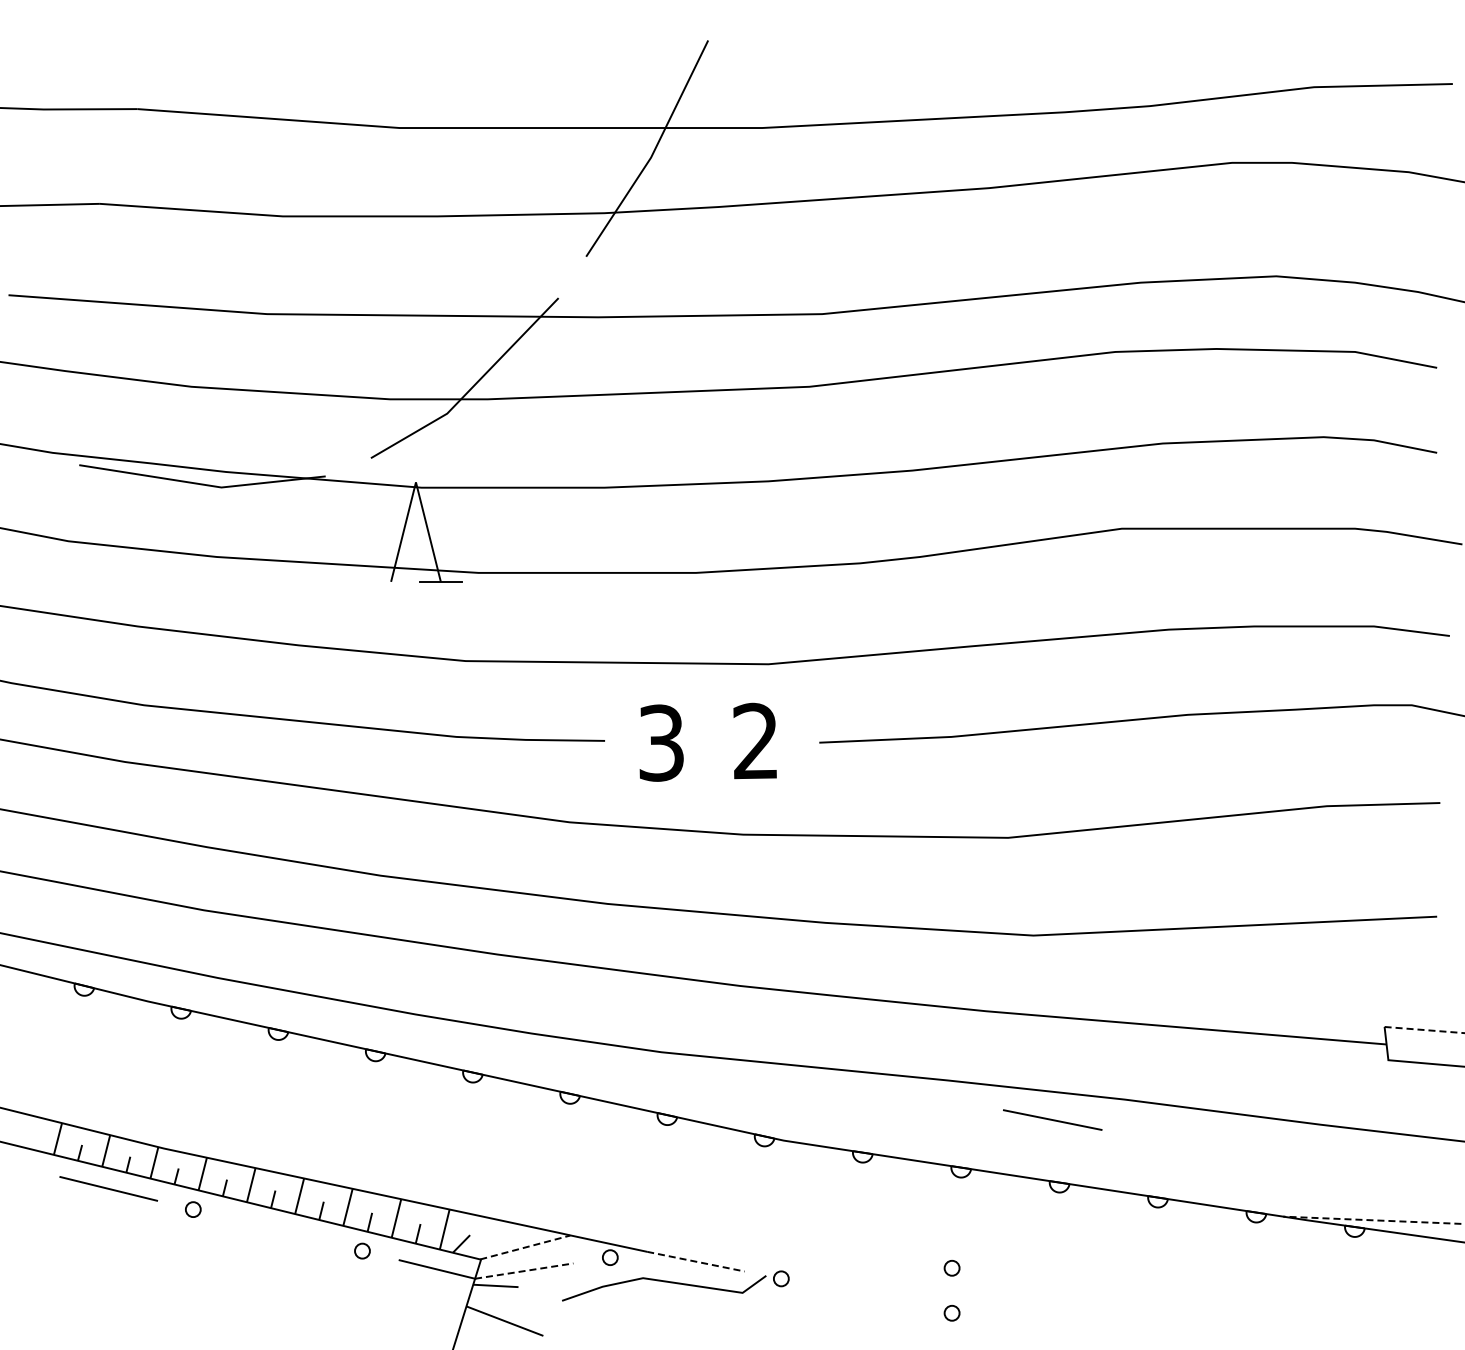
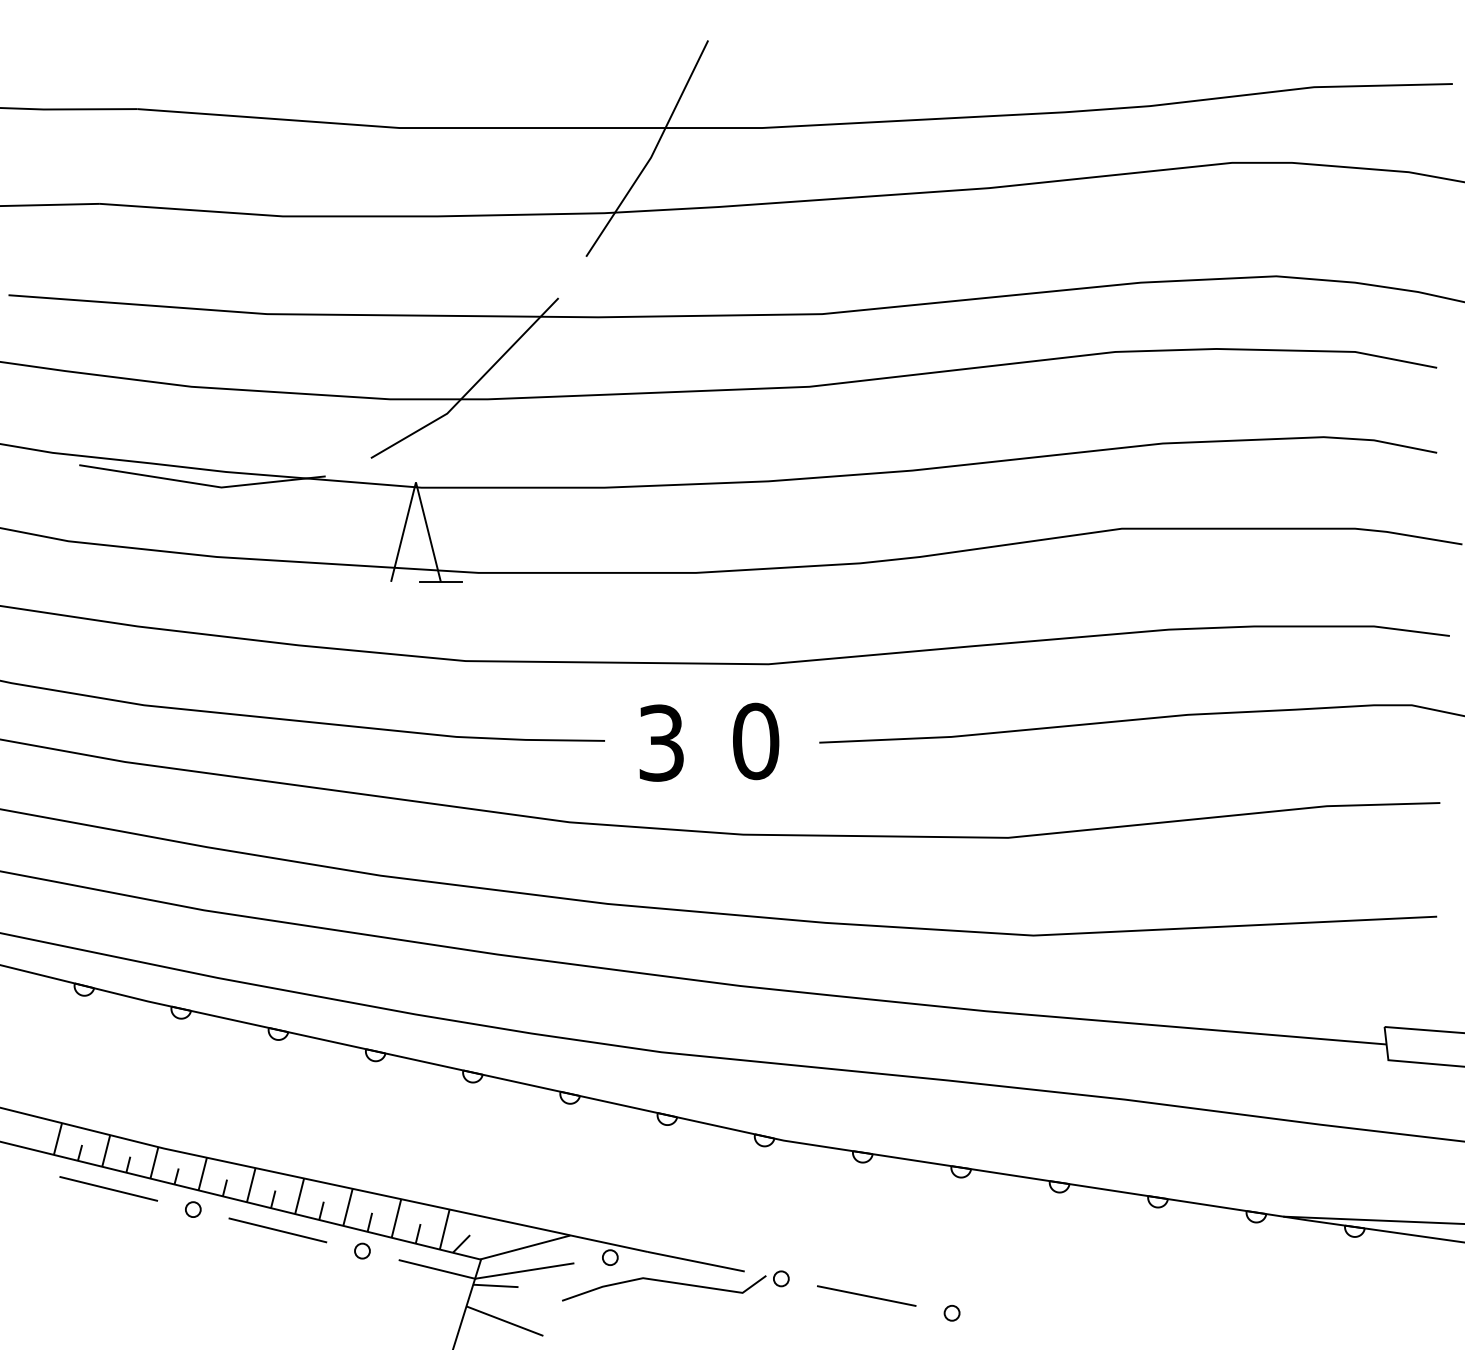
text at (756, 741): 2 -> 0
line at (1424, 1030): dashed -> solid
line at (1052, 1119) position: (1052, 1119) -> (866, 1295)
line at (1373, 1220): dashed -> solid
line at (277, 1230): none -> present
line at (525, 1247): dashed -> solid
line at (695, 1261): dashed -> solid
circle at (951, 1268): present -> none
line at (524, 1271): dashed -> solid
